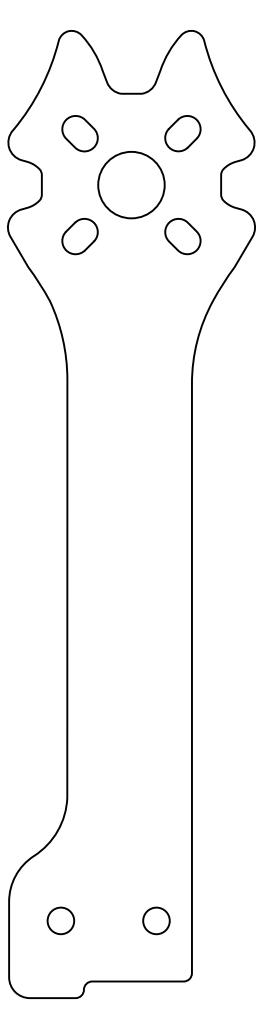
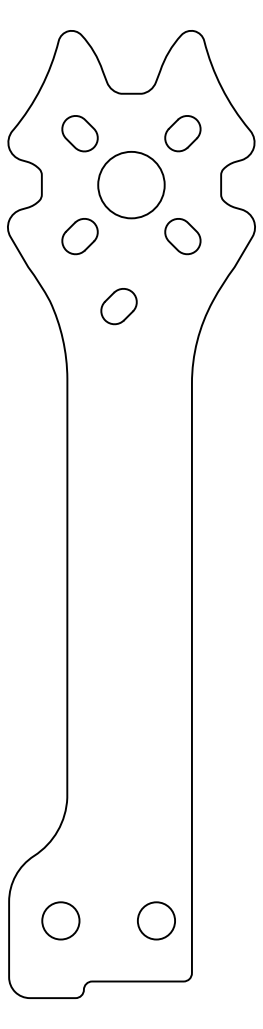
part at (118, 306): none -> present
circle at (60, 920) diameter: 27 px -> 37 px
circle at (156, 920) diameter: 27 px -> 37 px
